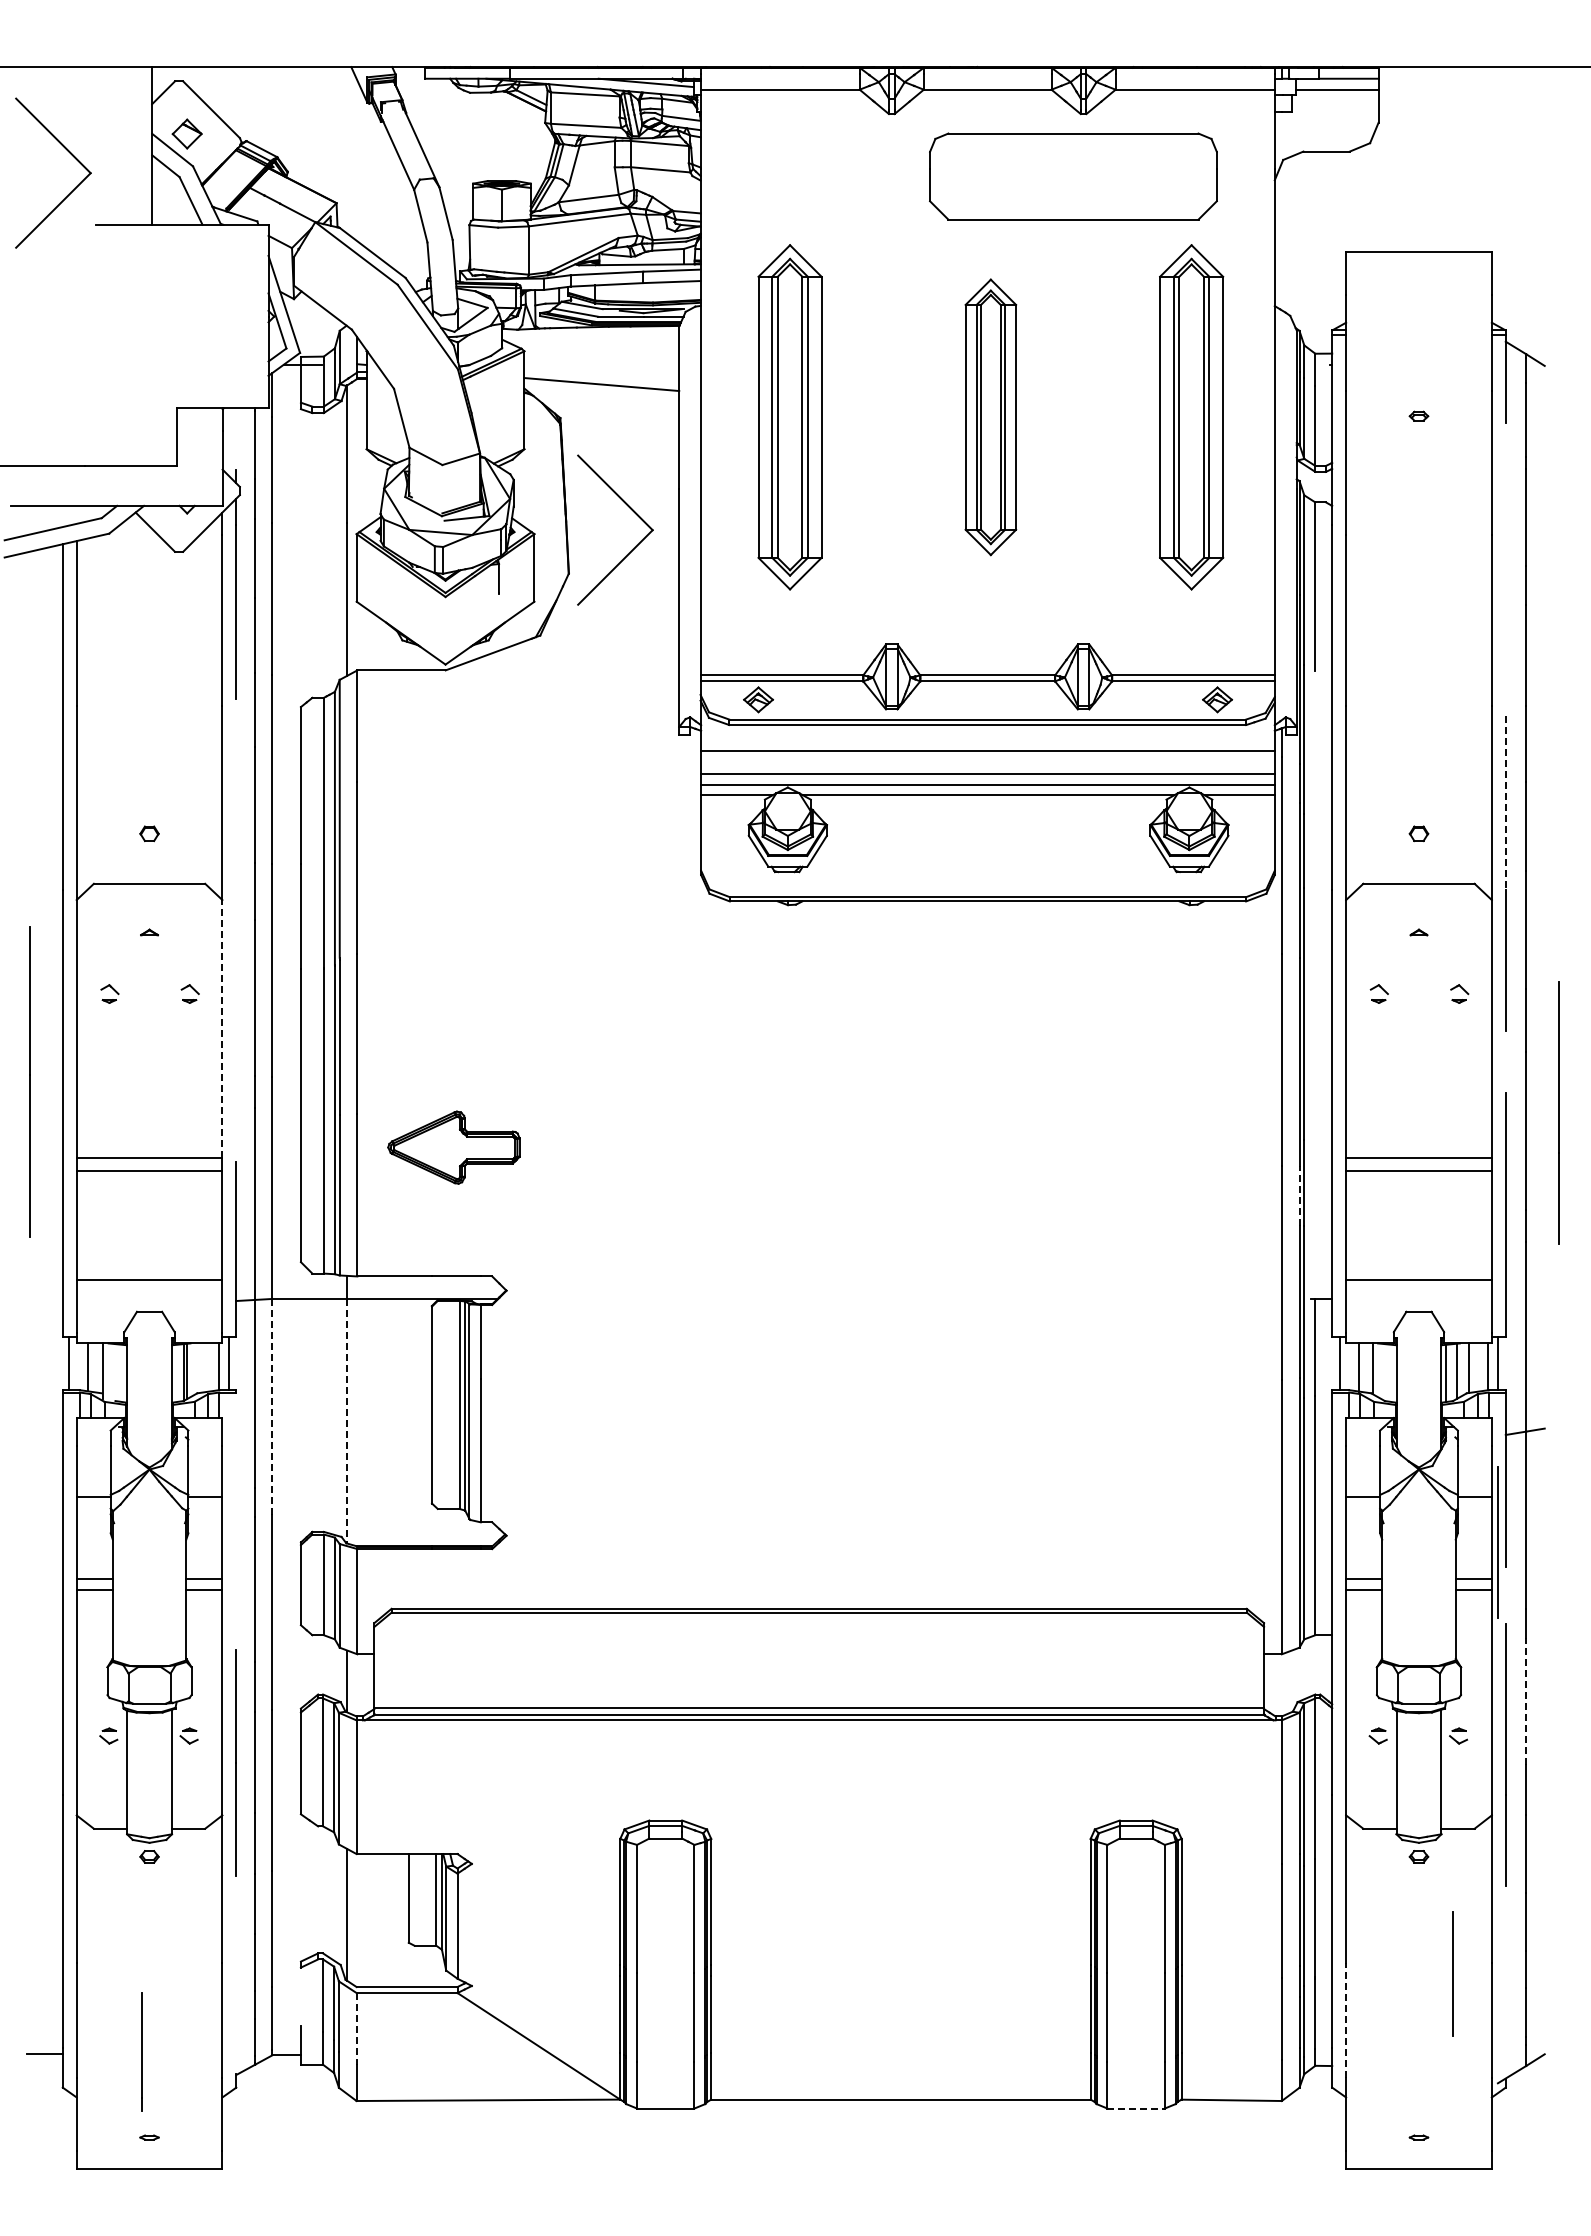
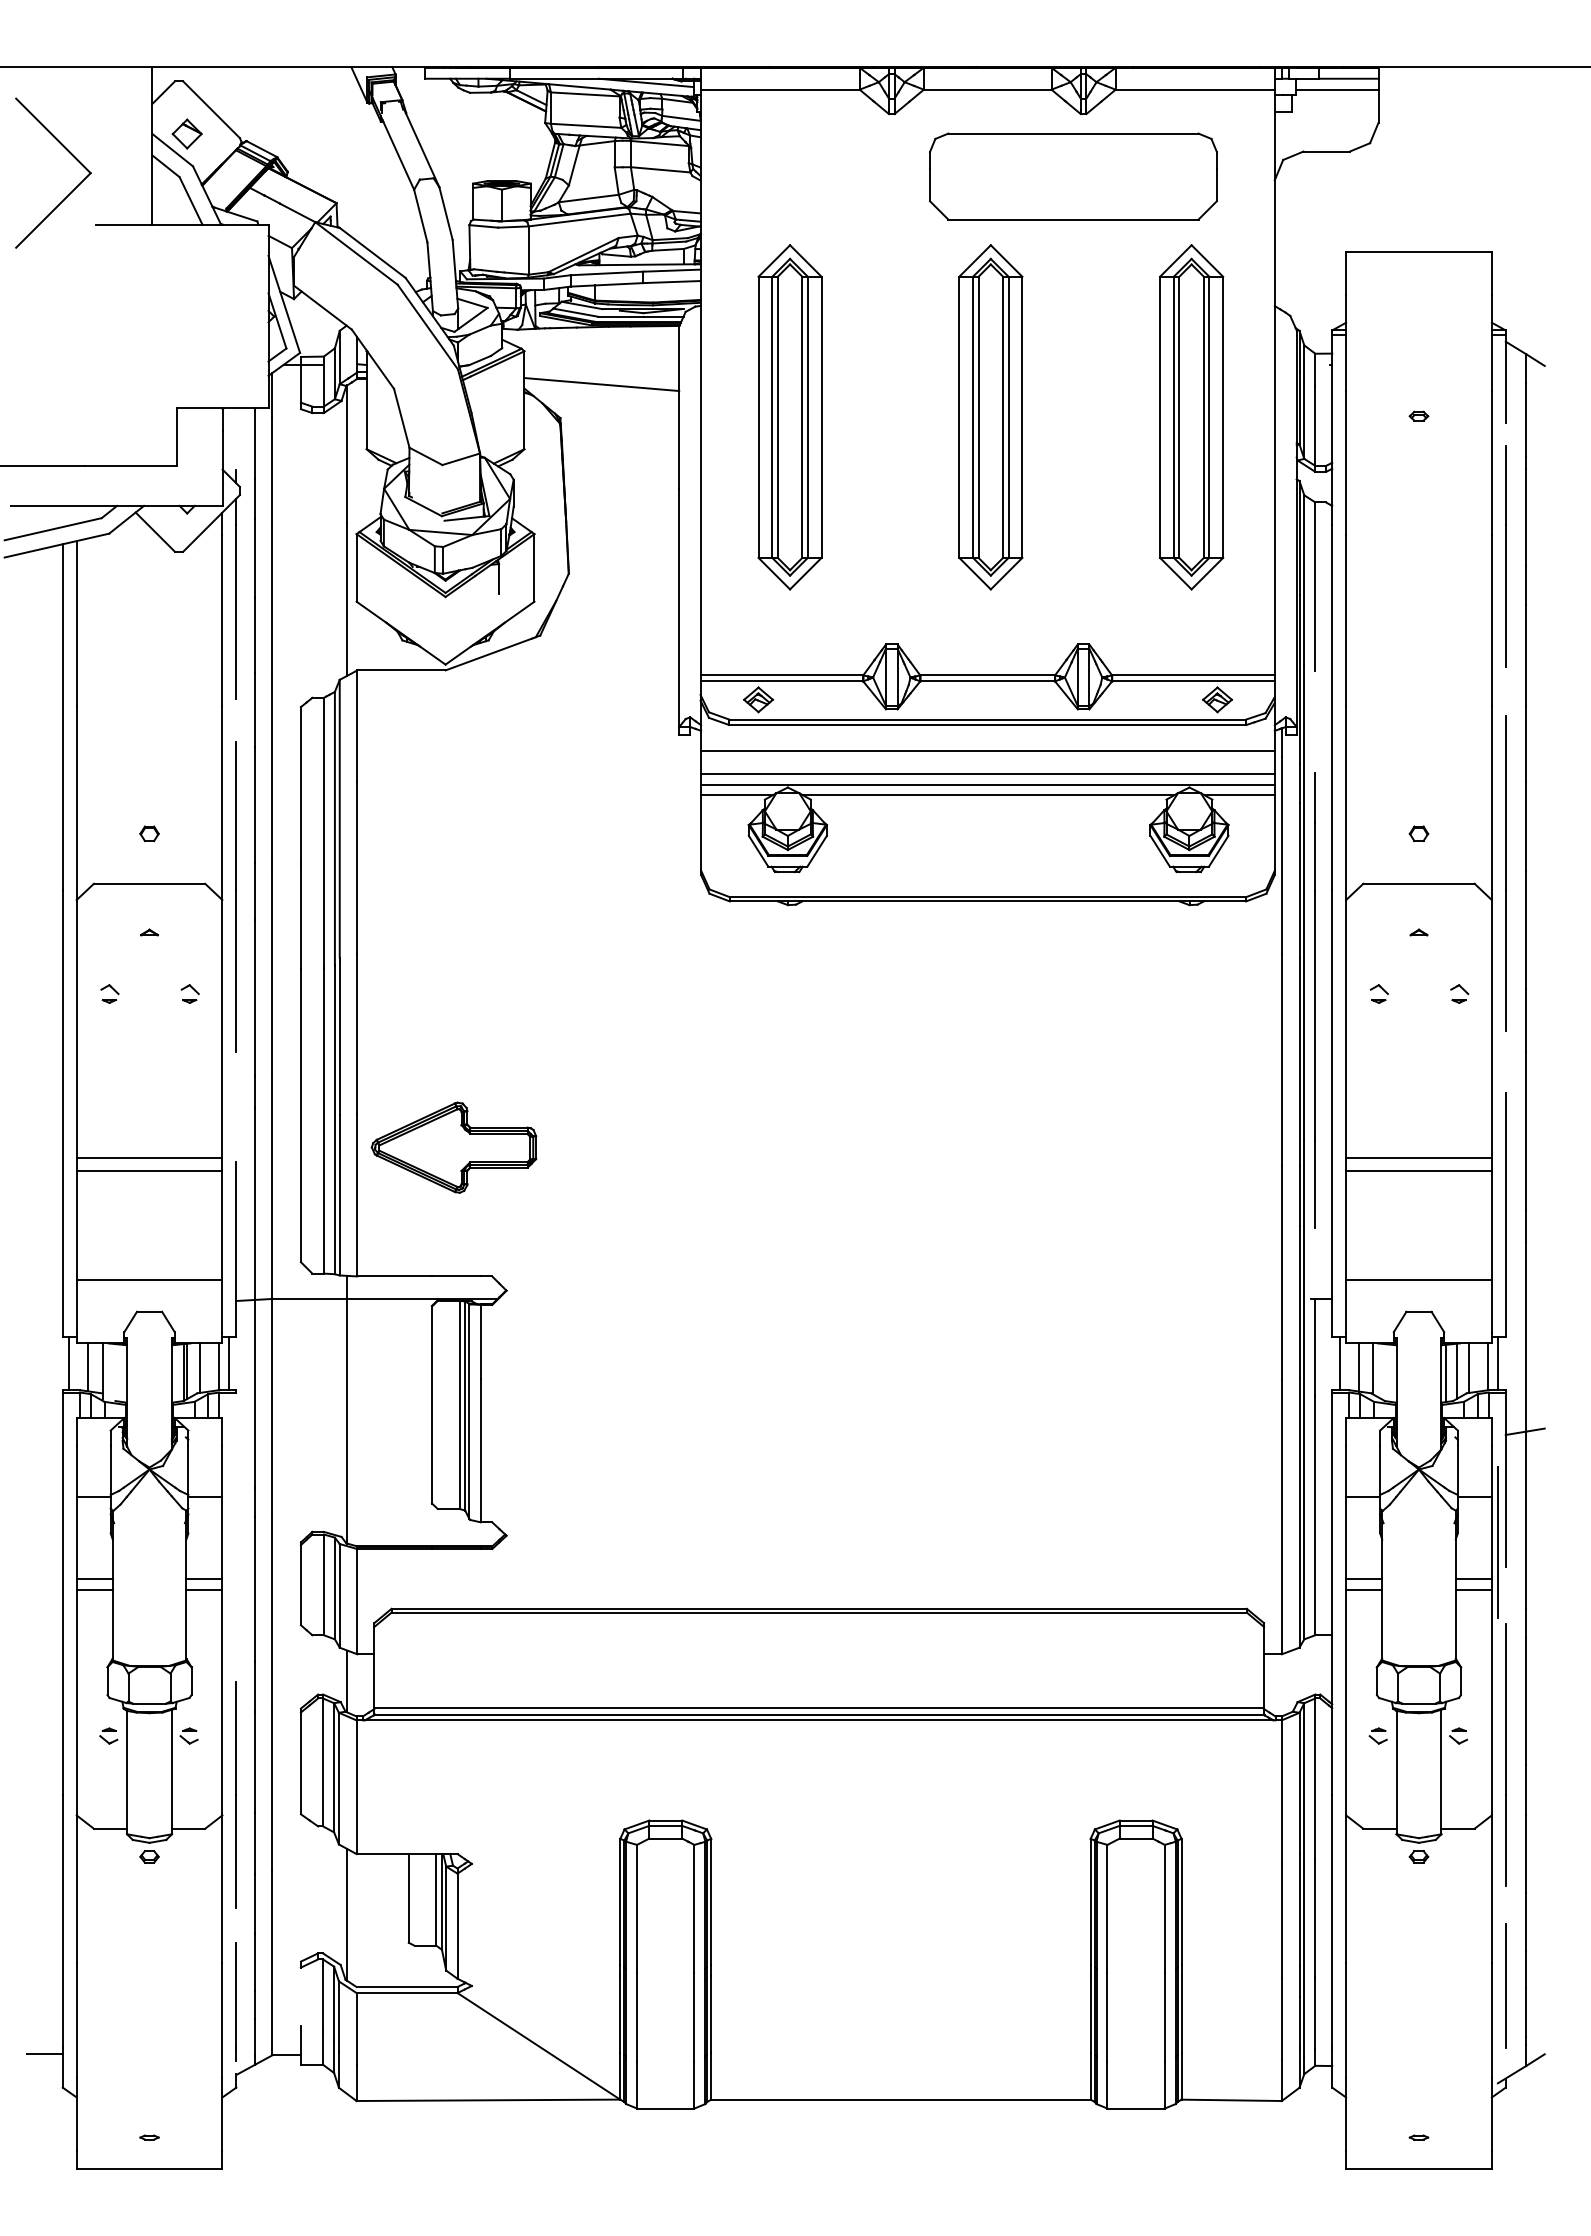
part at (990, 417) size: 54x279 px -> 66x347 px
part at (632, 511): present -> none
line at (1505, 556): none -> present
line at (1505, 803): dashed -> solid
line at (1314, 1000): none -> present
line at (222, 1028): dashed -> solid
line at (29, 1081) position: (29, 1081) -> (235, 896)
line at (1558, 1112): present -> none
part at (453, 1147) size: 134x75 px -> 168x93 px
line at (1299, 1196): dashed -> solid
line at (199, 1367): none -> present
line at (272, 1406): dashed -> solid
line at (347, 1421): dashed -> solid
line at (1526, 1700): dashed -> solid
line at (235, 1762) position: (235, 1762) -> (235, 1794)
line at (1452, 1973) position: (1452, 1973) -> (1505, 1985)
line at (1346, 2019): dashed -> solid
line at (356, 2028): dashed -> solid
line at (141, 2051) position: (141, 2051) -> (235, 2001)
line at (1136, 2108): dashed -> solid
